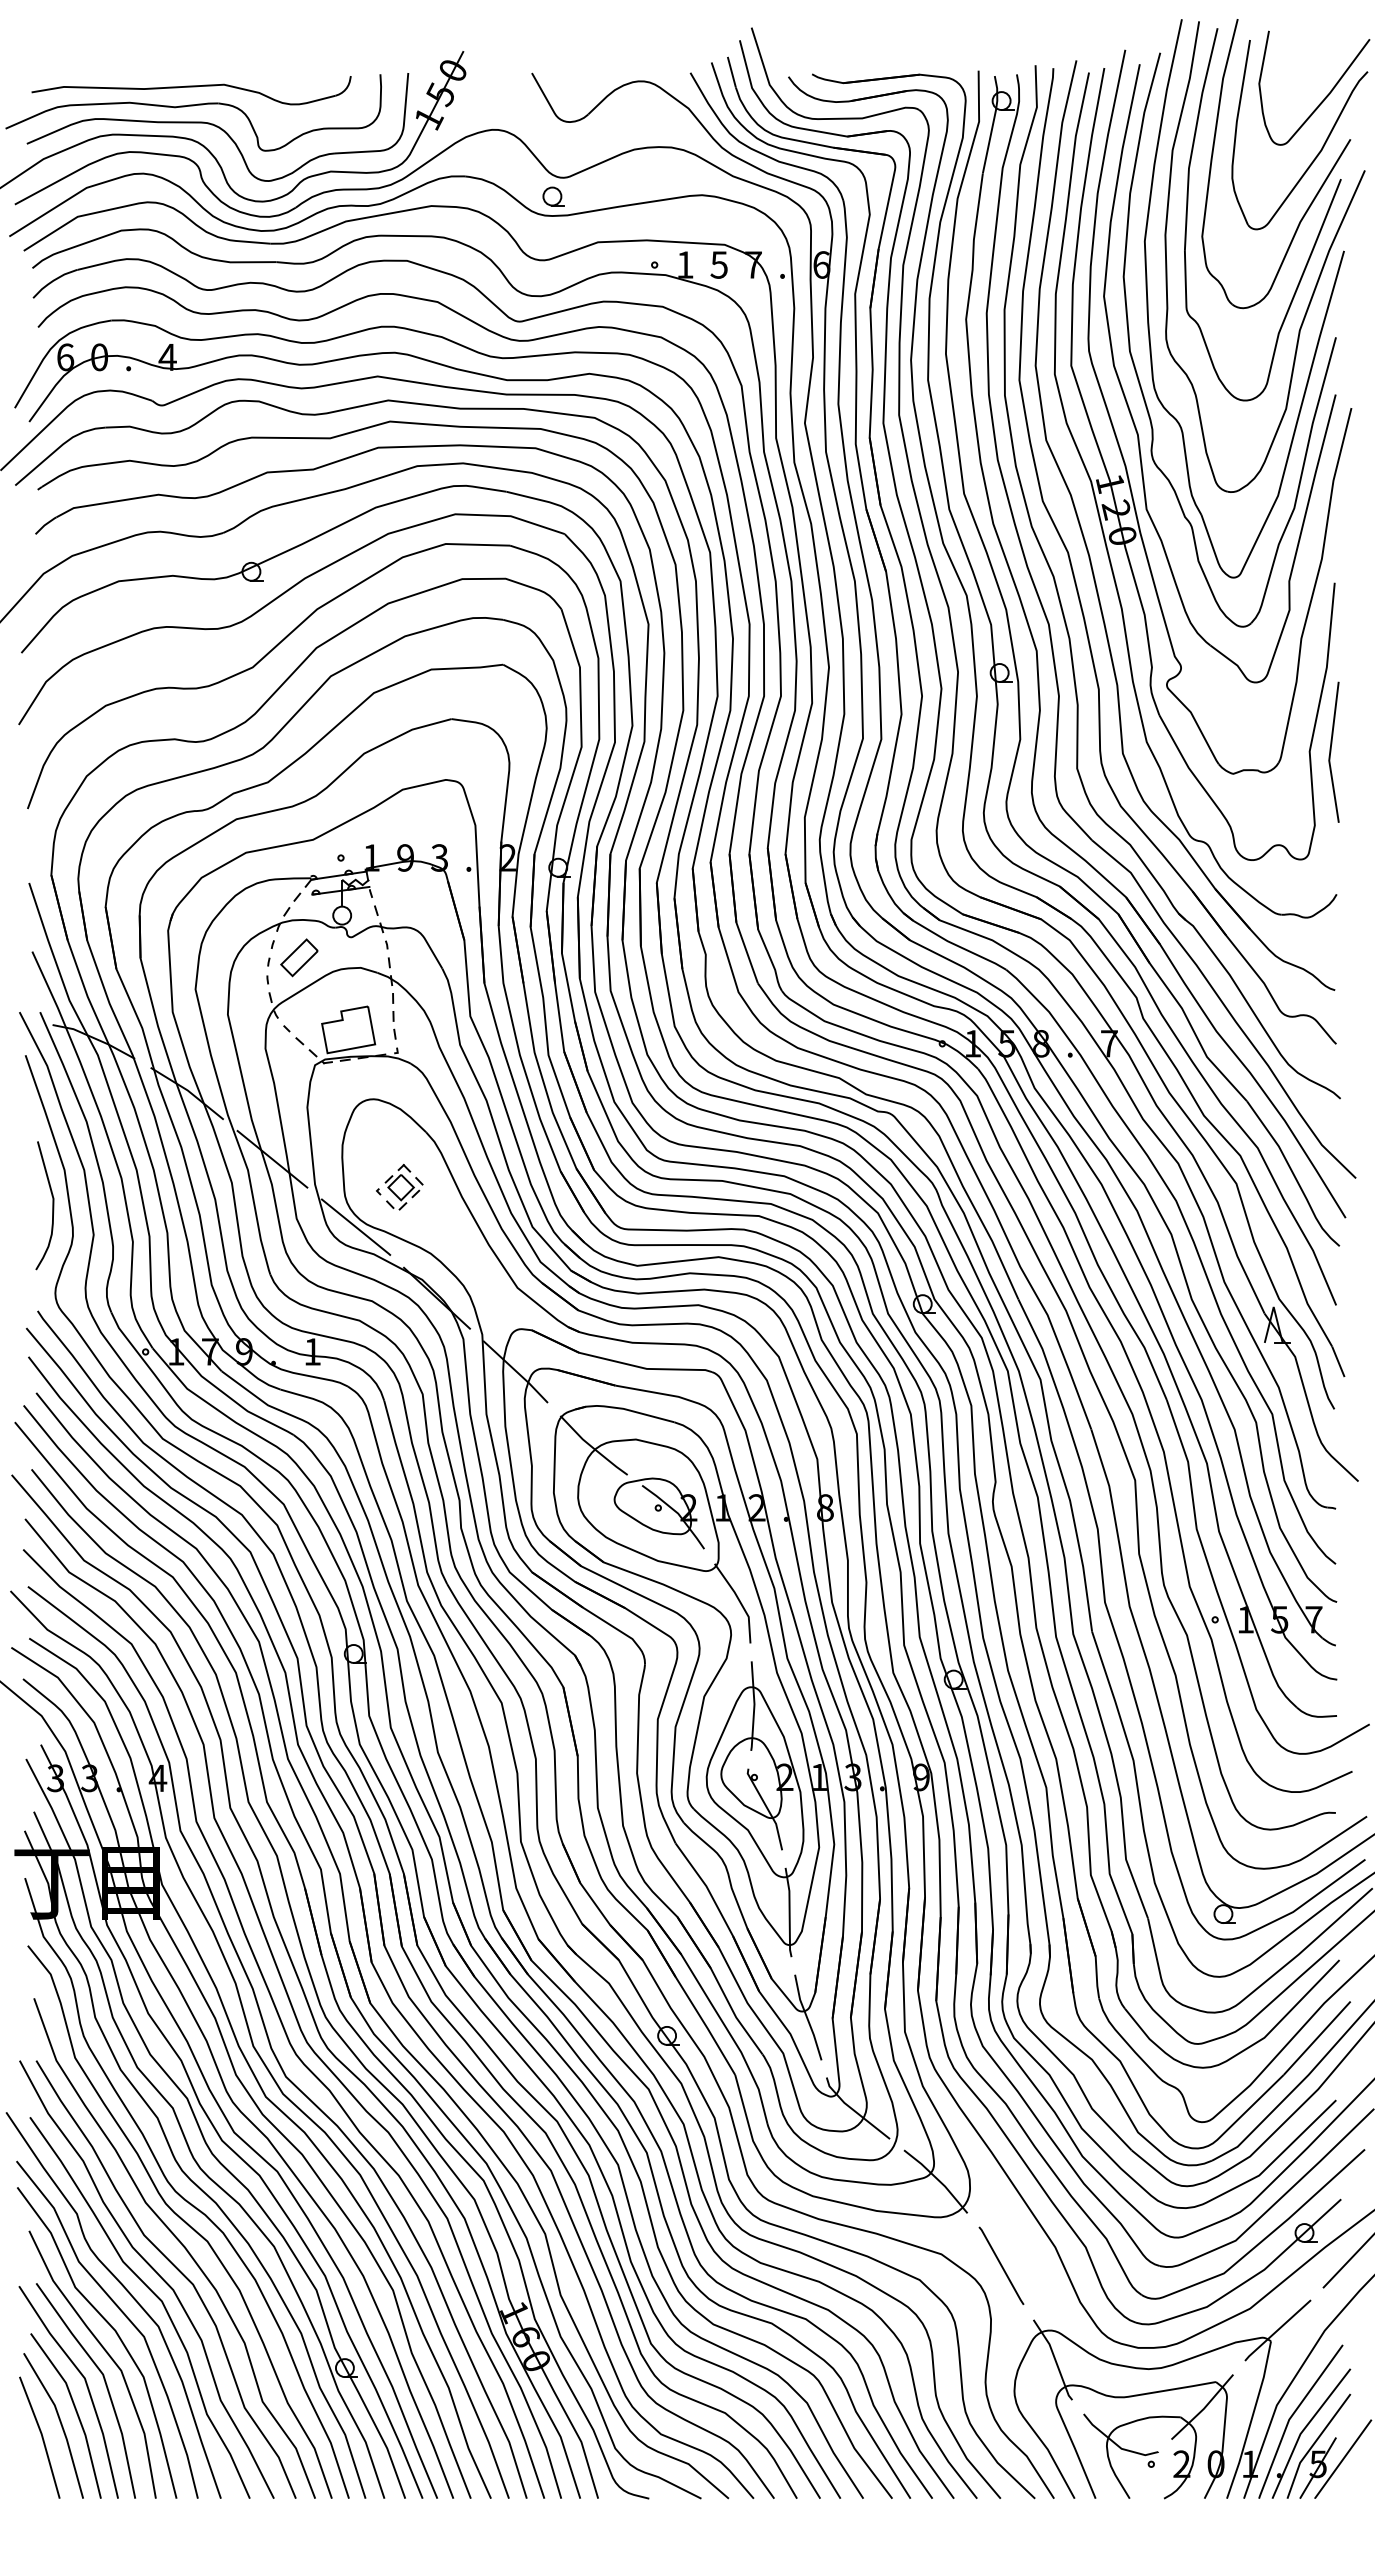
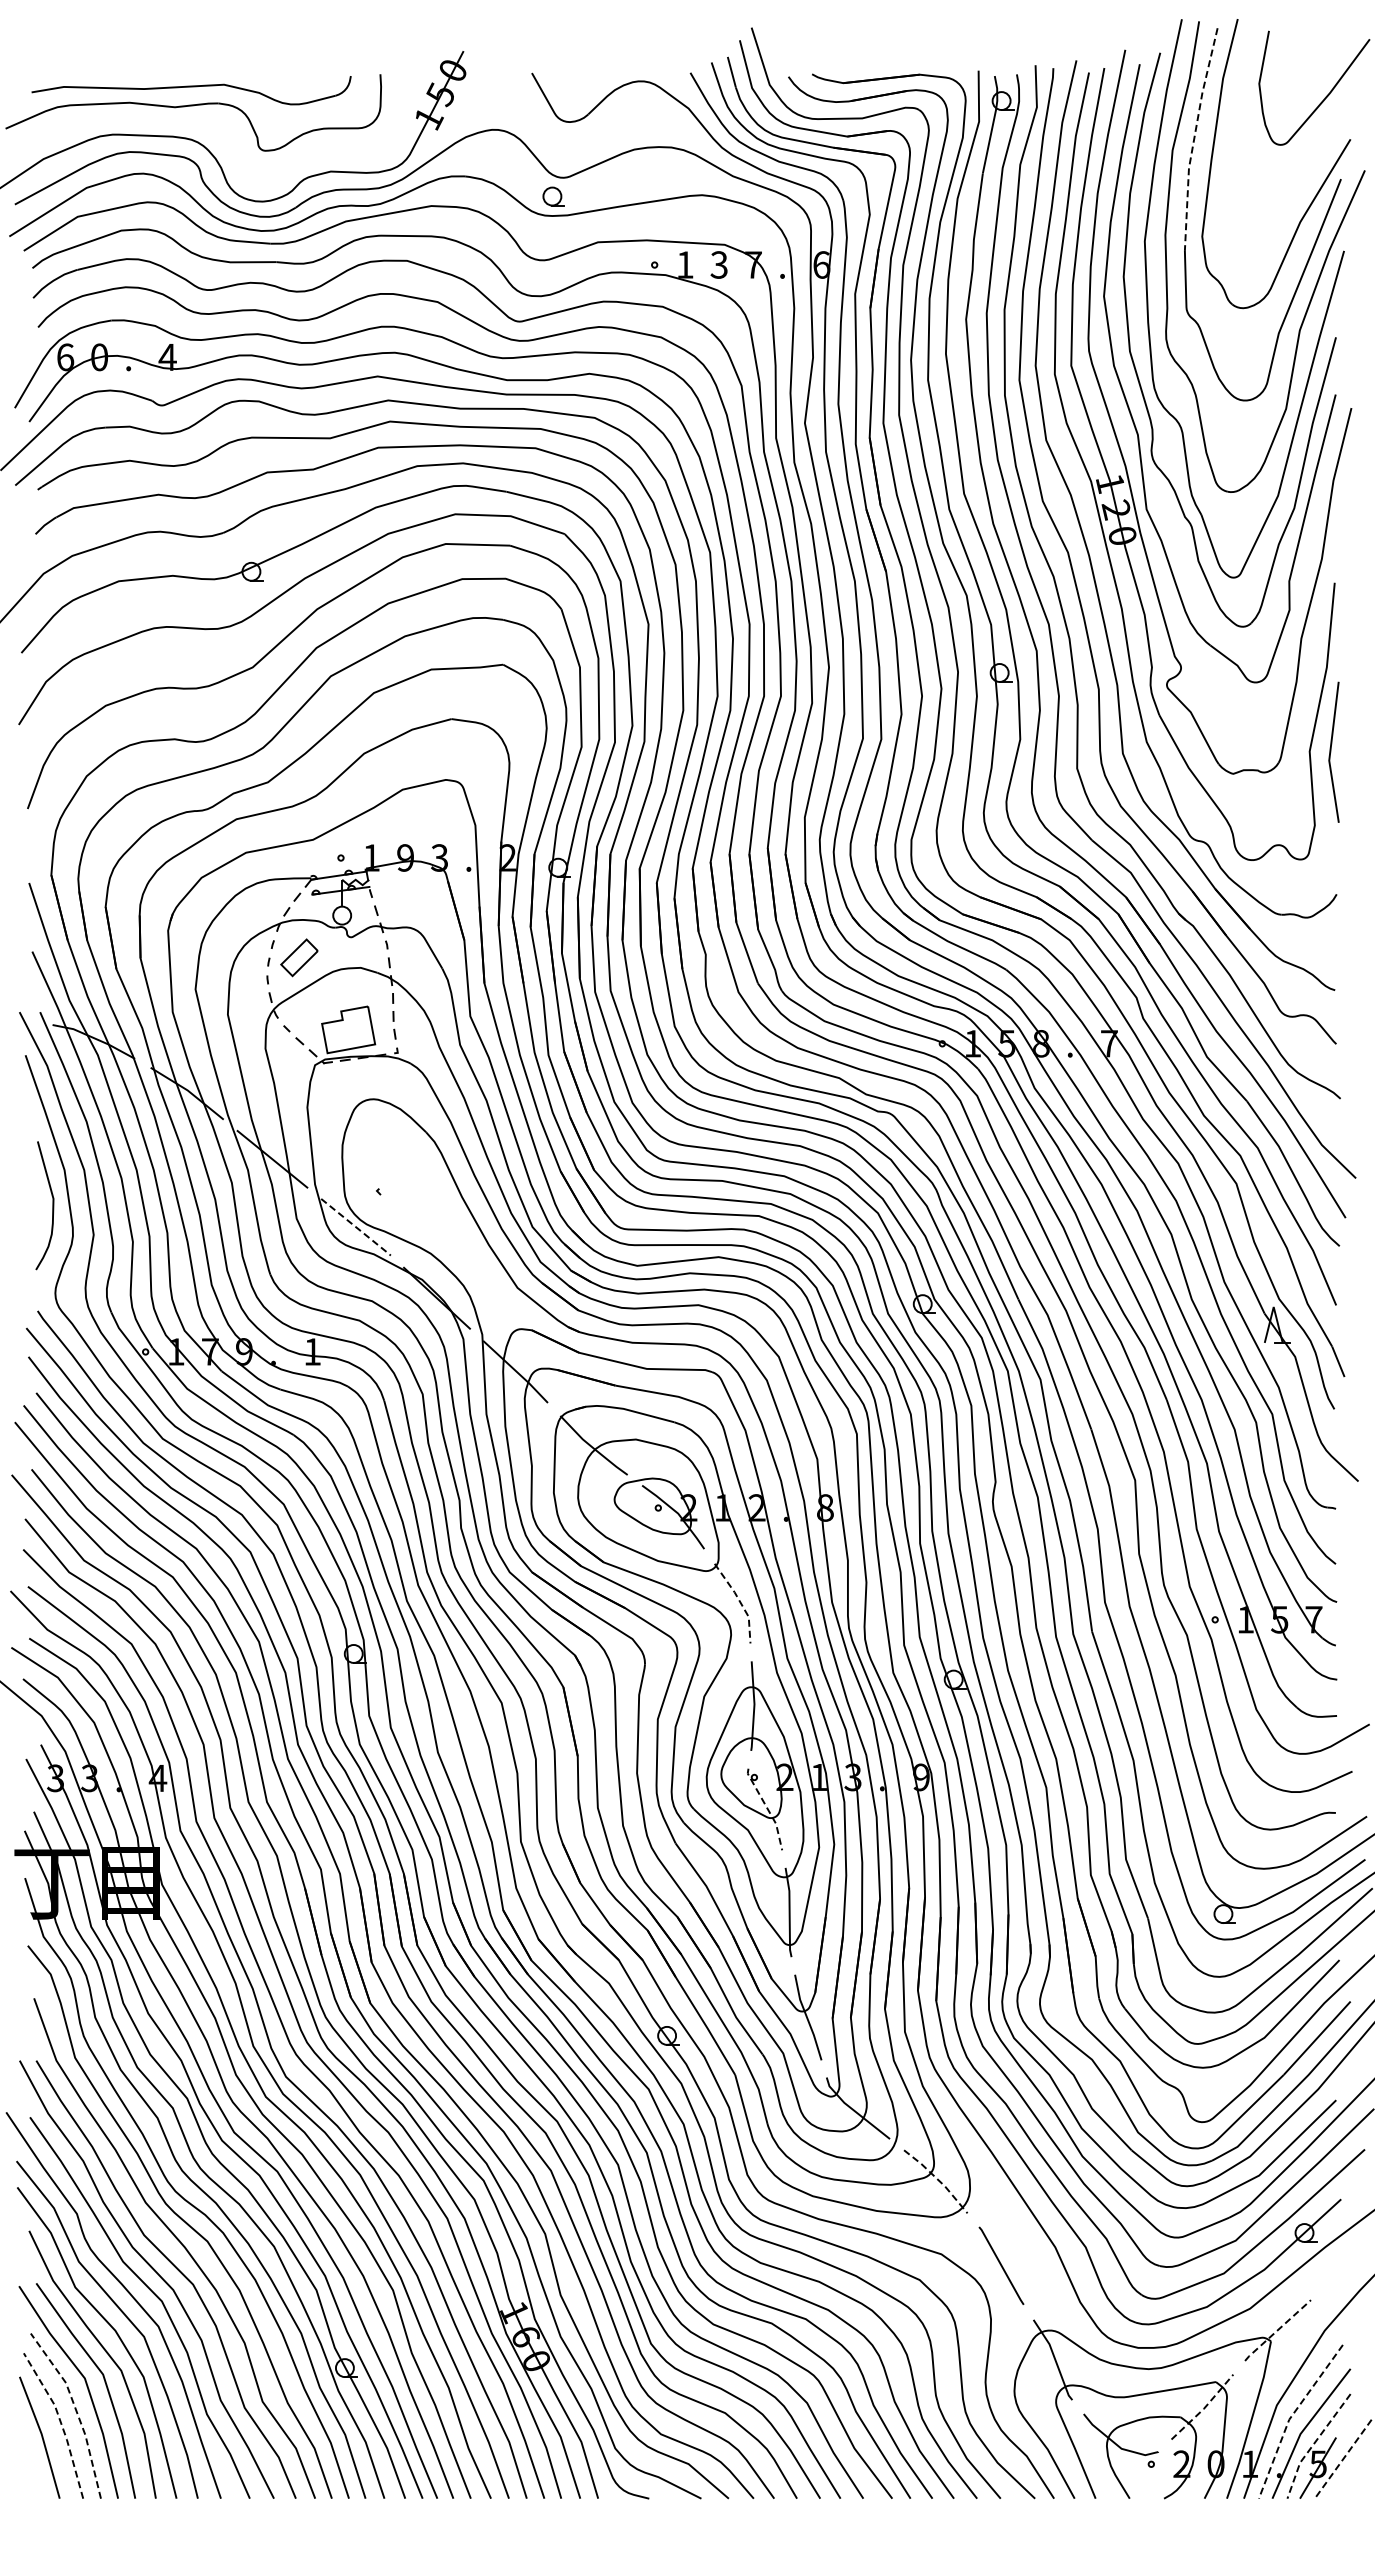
part at (217, 127): present -> none
line at (1194, 139): solid -> dashed
part at (1321, 147): present -> none
text at (718, 264): 5 -> 3
part at (403, 1187): present -> none
line at (356, 1227): solid -> dashed
line at (739, 1601): solid -> dashed
line at (767, 1809): solid -> dashed
line at (937, 2179): solid -> dashed
line at (1347, 2261): present -> none
line at (1277, 2330): solid -> dashed
line at (1203, 2408): solid -> dashed
line at (76, 2411): solid -> dashed
line at (1290, 2417): solid -> dashed
line at (61, 2422): solid -> dashed
line at (1313, 2444): solid -> dashed
line at (1342, 2459): solid -> dashed
